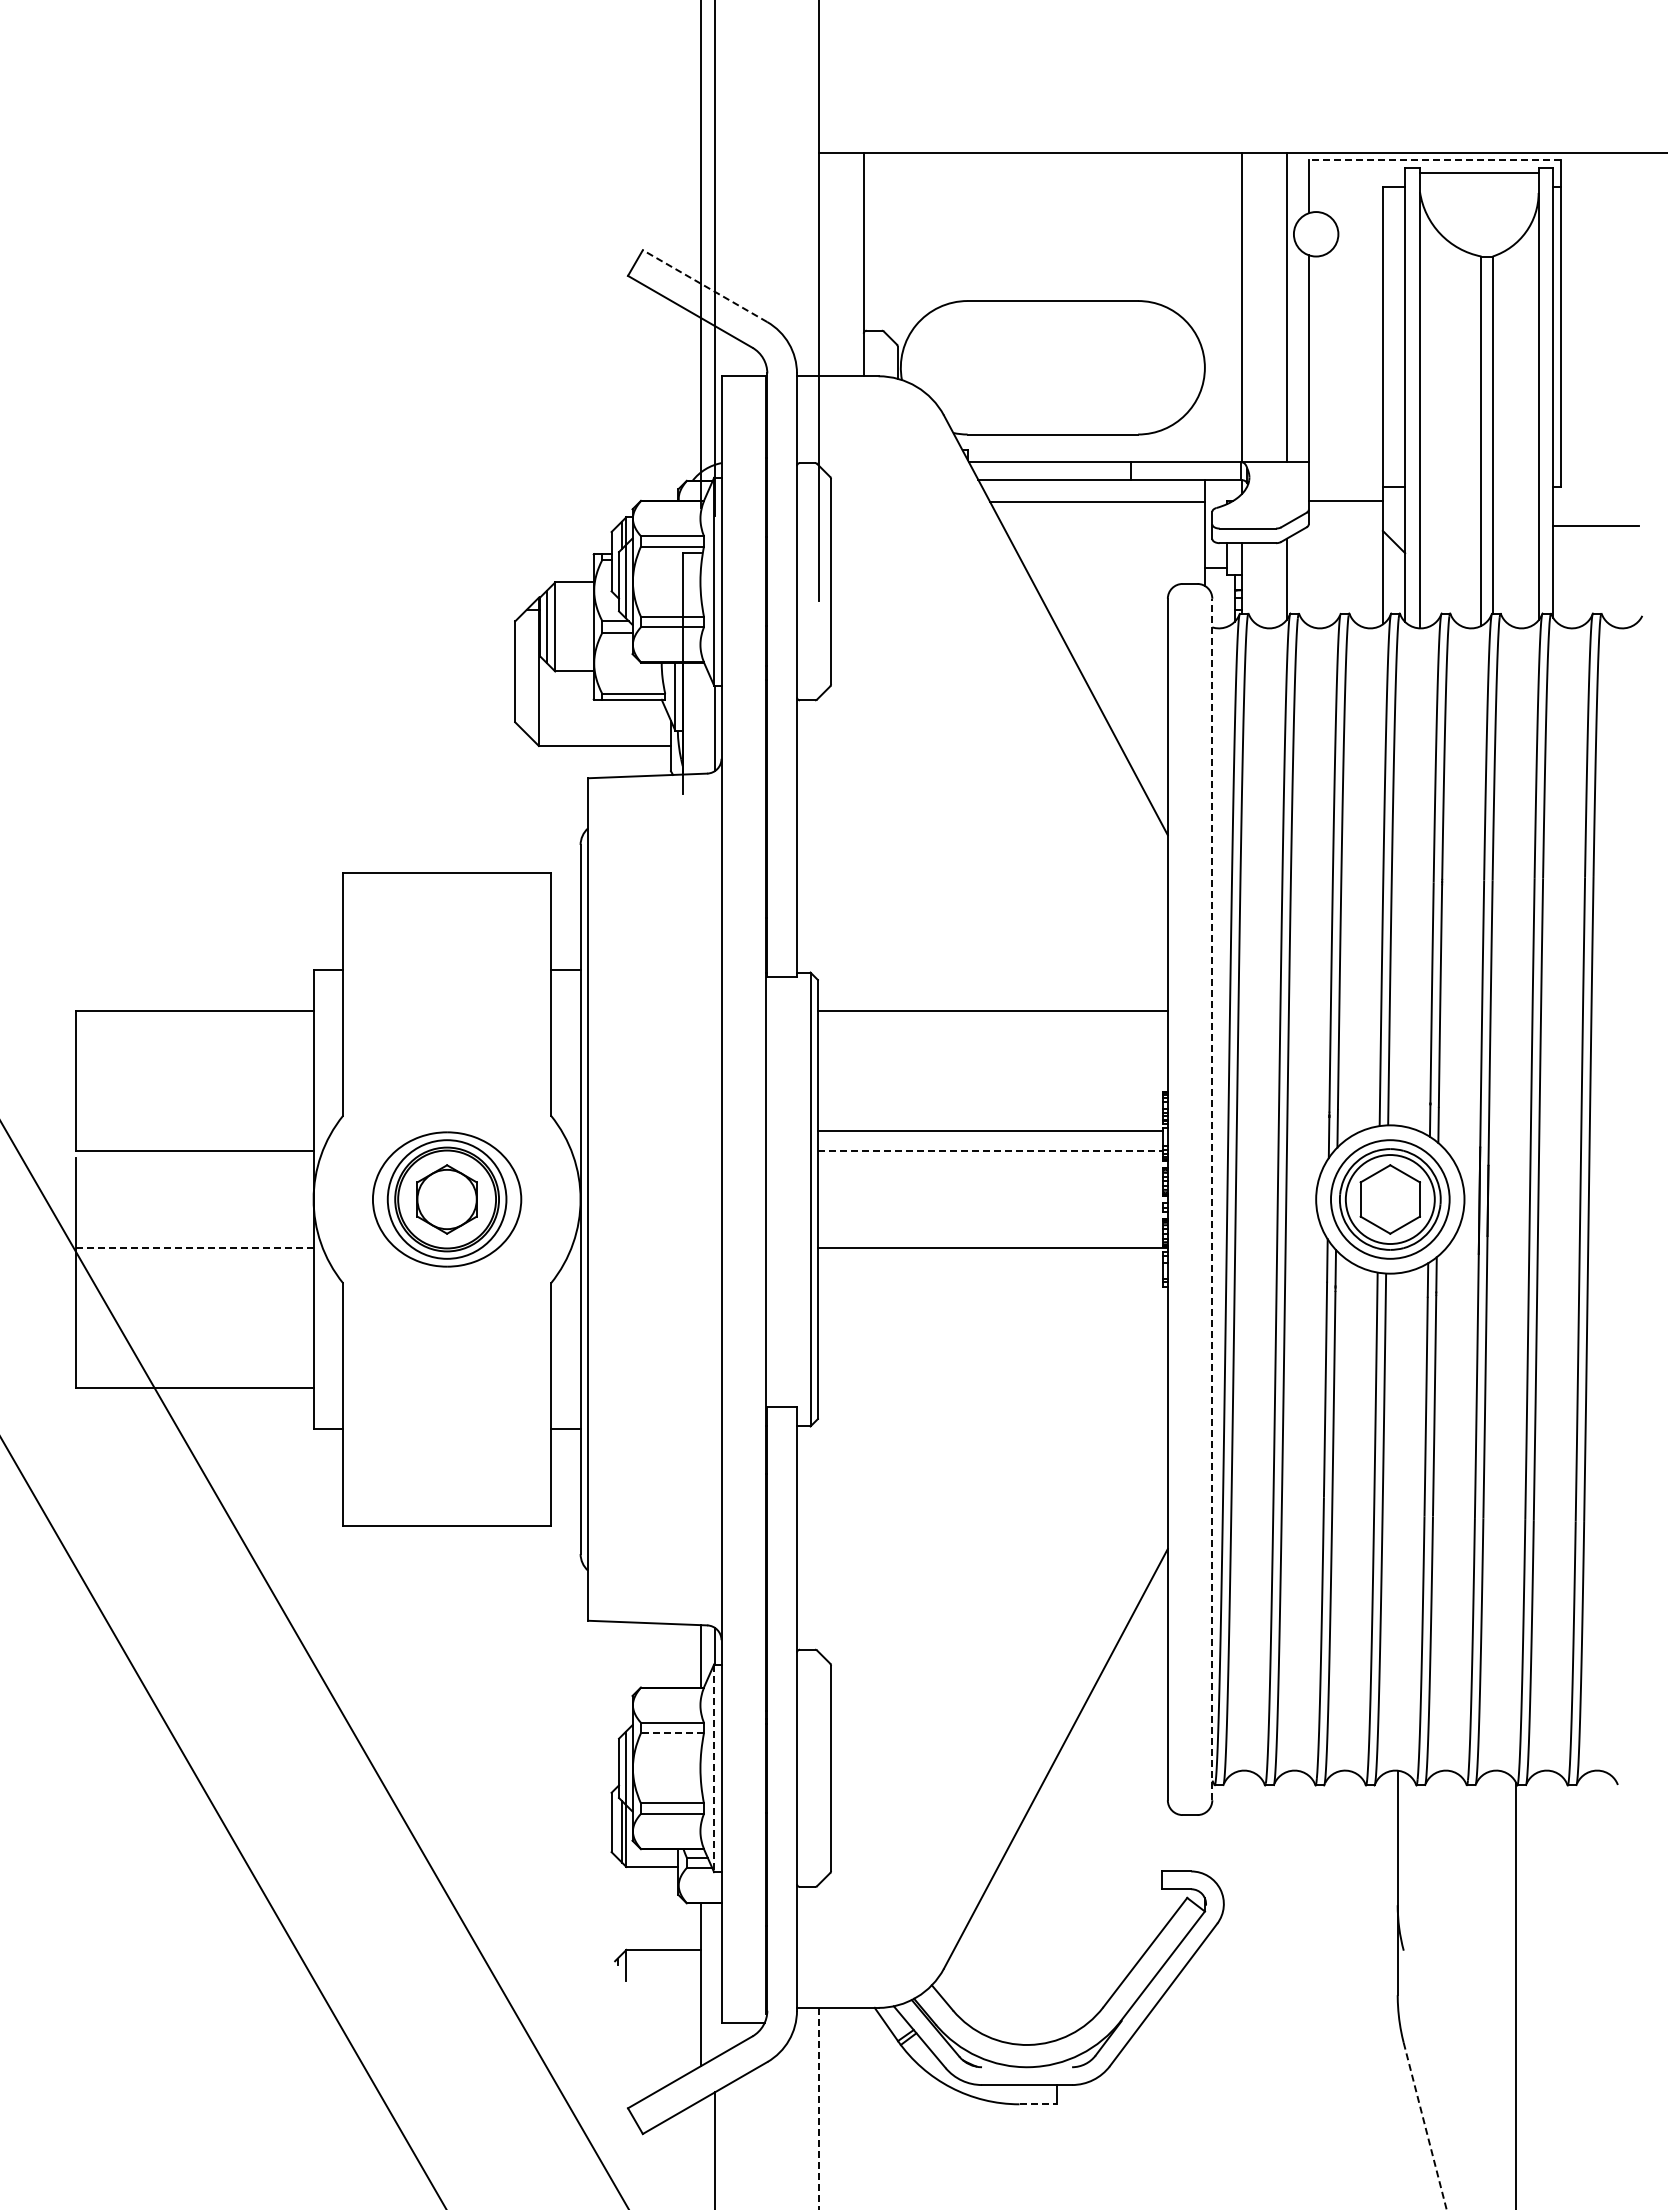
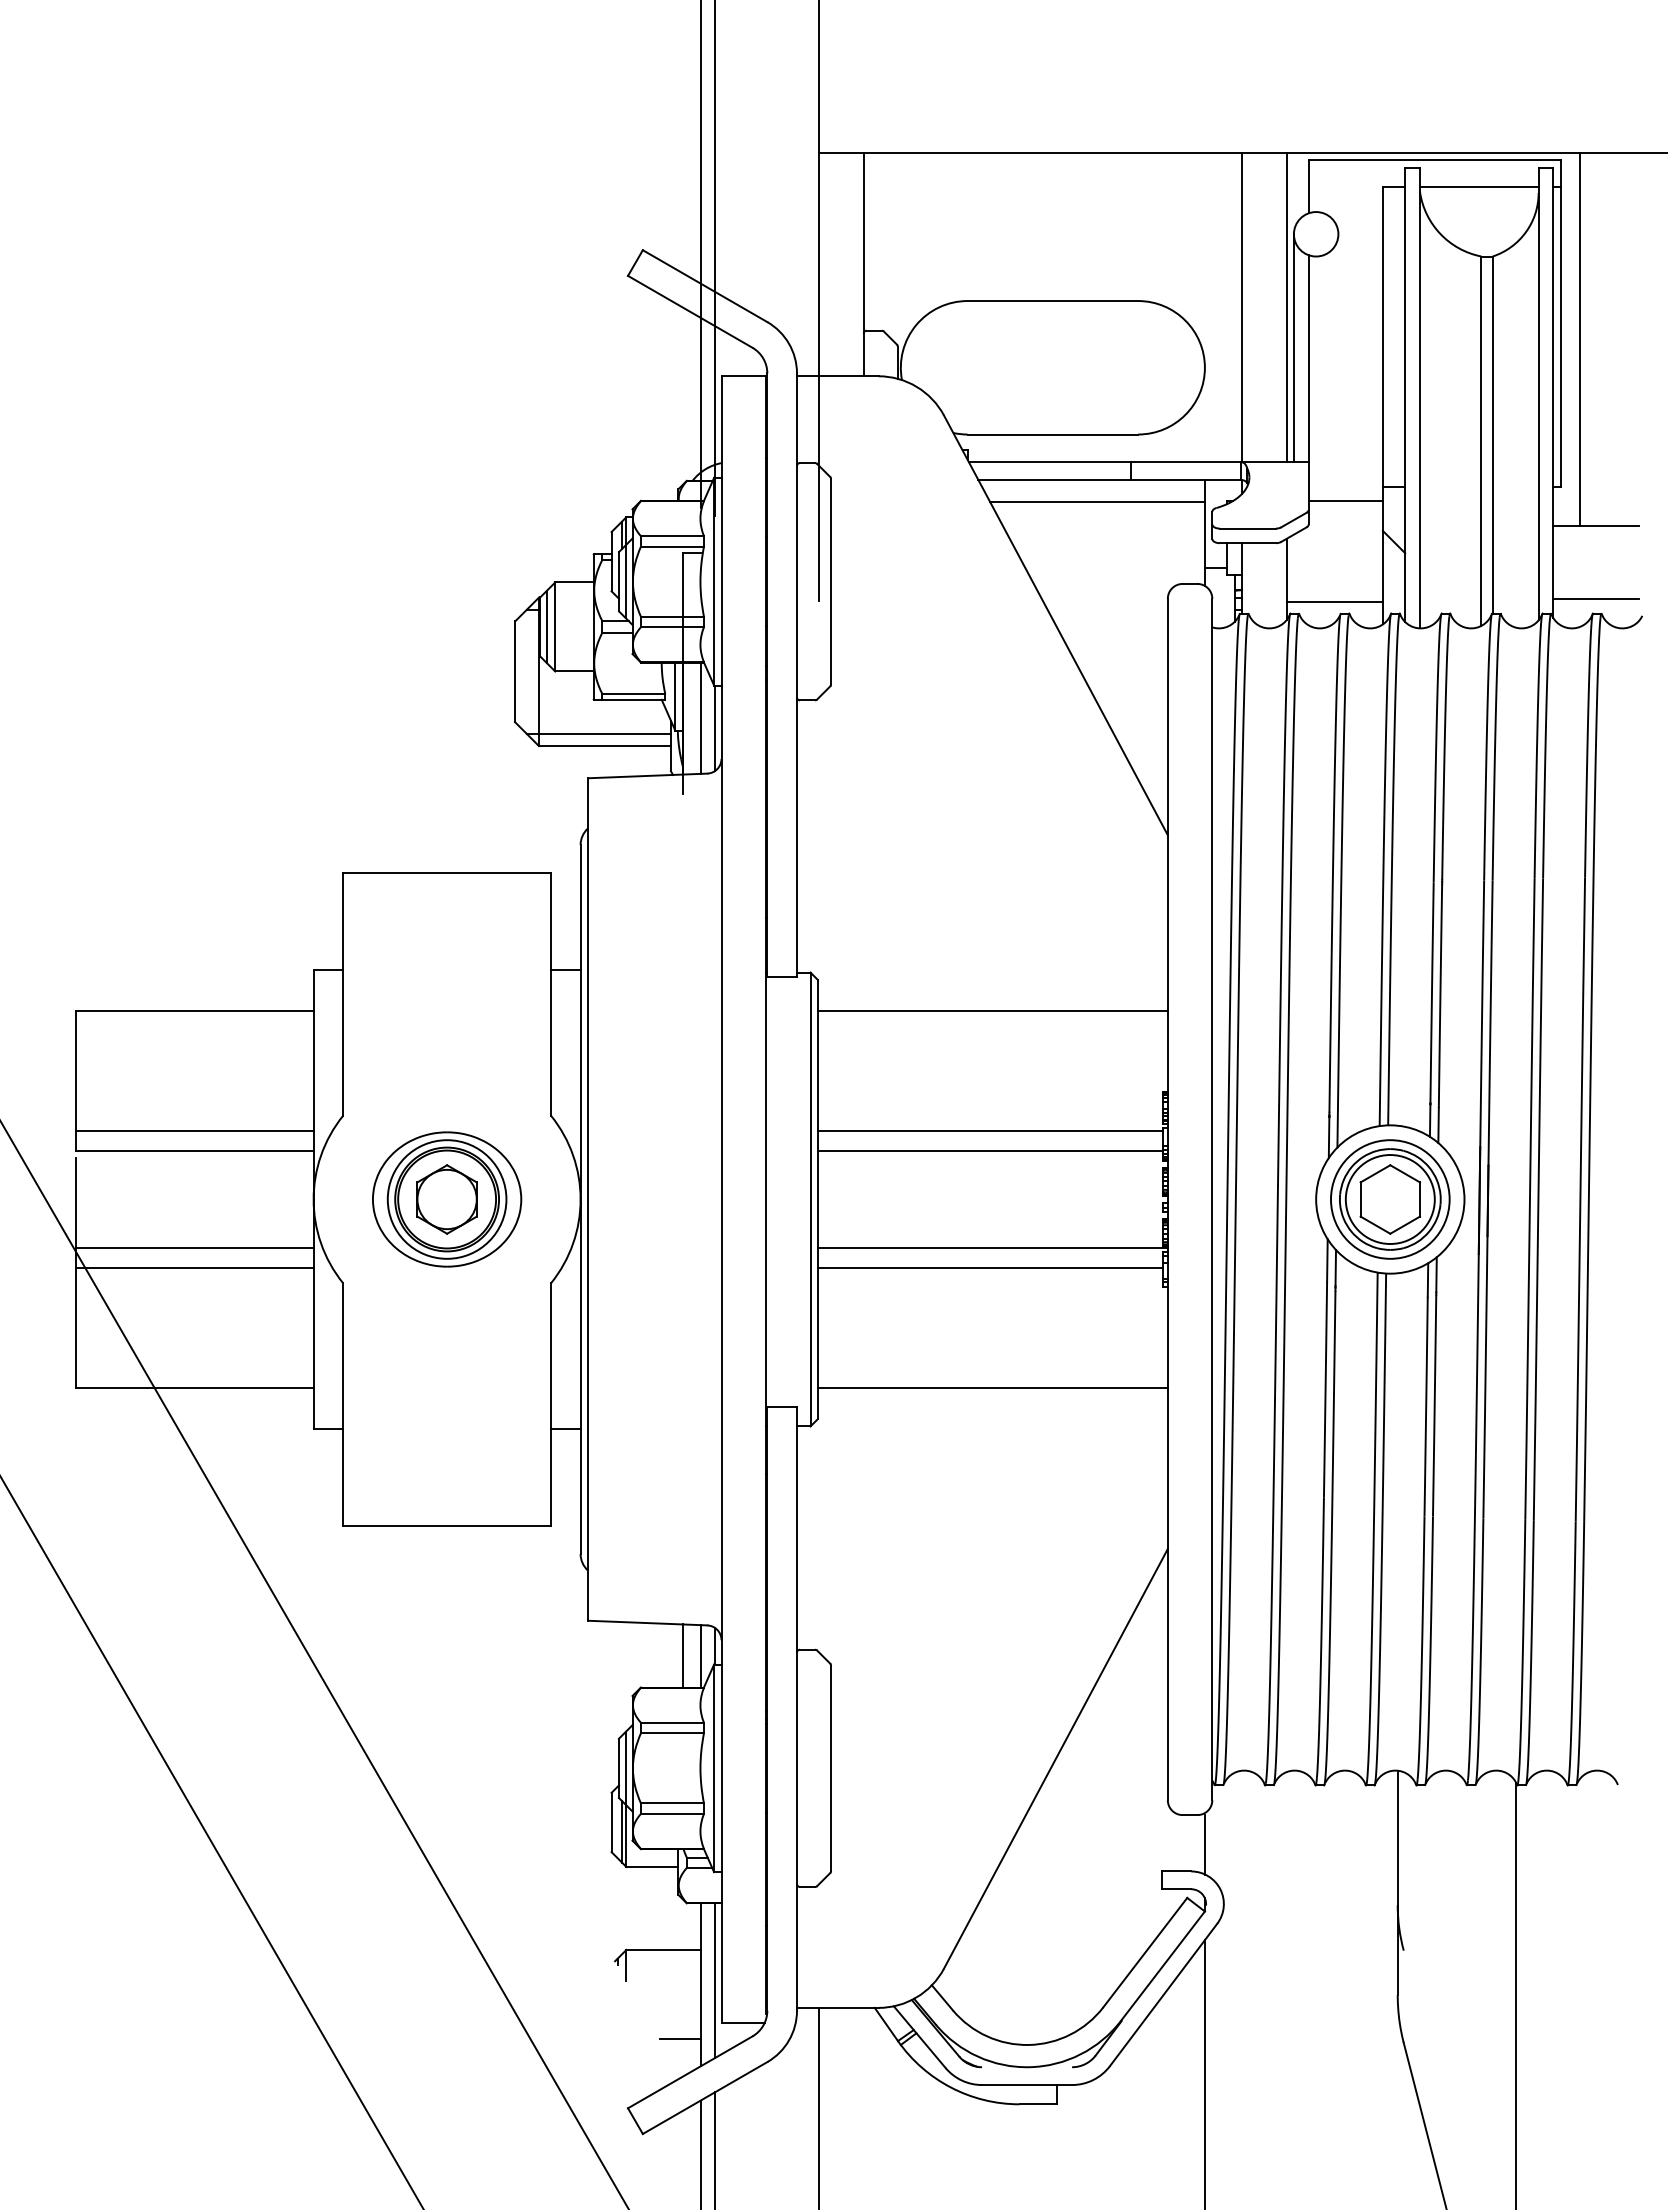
line at (1434, 159): dashed -> solid
line at (1478, 172) position: (1478, 172) -> (1478, 186)
line at (705, 286): dashed -> solid
line at (1580, 339): none -> present
line at (1293, 348): none -> present
line at (1596, 599): none -> present
line at (1334, 601): none -> present
line at (700, 717): none -> present
line at (598, 733): none -> present
line at (194, 1130): none -> present
line at (990, 1150): dashed -> solid
line at (1212, 1199): dashed -> solid
line at (194, 1248): dashed -> solid
line at (194, 1268): none -> present
line at (990, 1268): none -> present
line at (992, 1388): none -> present
line at (682, 1655): none -> present
line at (672, 1733): dashed -> solid
line at (714, 1768): dashed -> solid
line at (223, 1822) position: (223, 1822) -> (212, 1842)
line at (1204, 1844): none -> present
line at (715, 1980): none -> present
line at (679, 2038): none -> present
line at (1204, 2073): none -> present
line at (1038, 2104): dashed -> solid
line at (819, 2108): dashed -> solid
line at (1425, 2126): dashed -> solid
line at (700, 2153): none -> present
